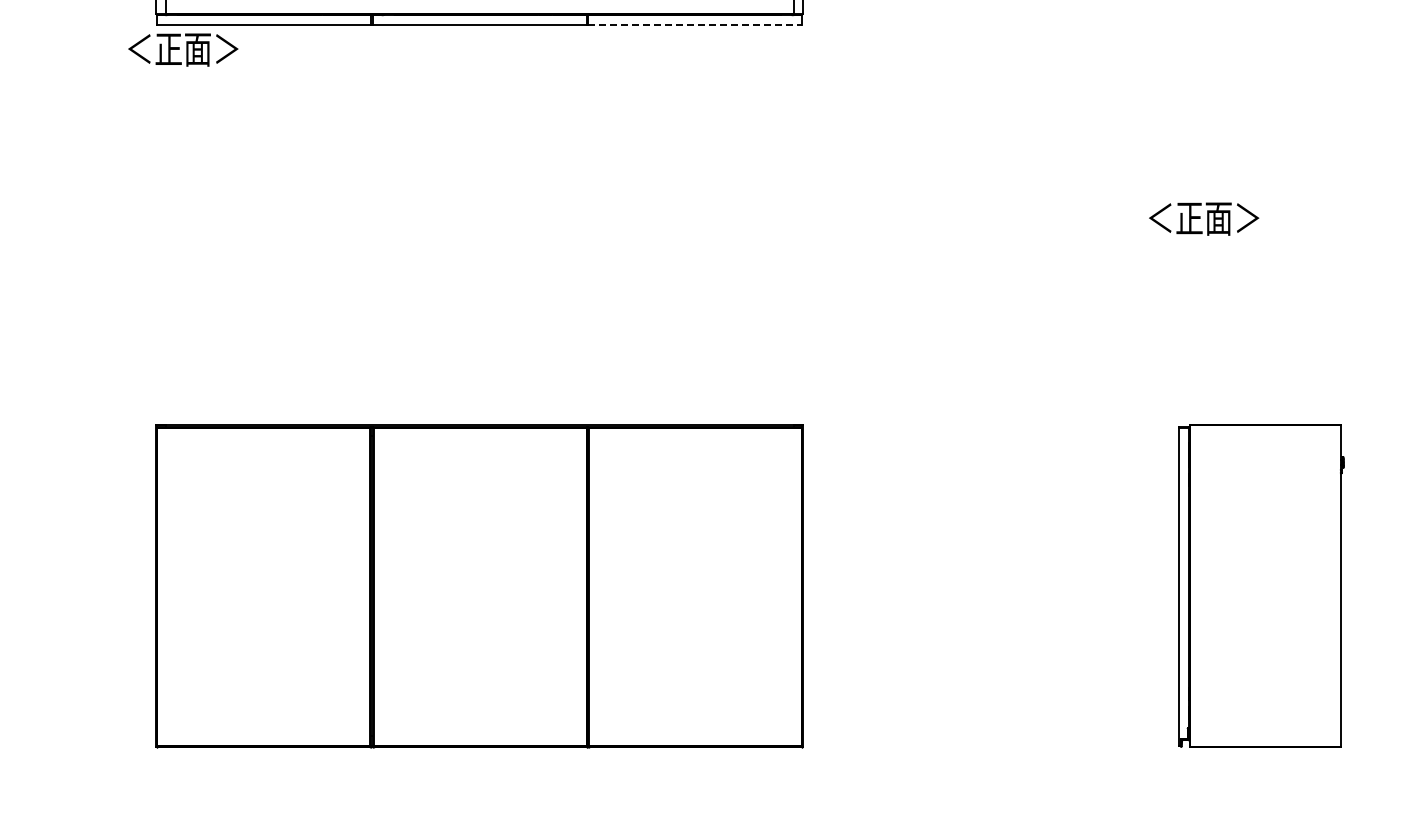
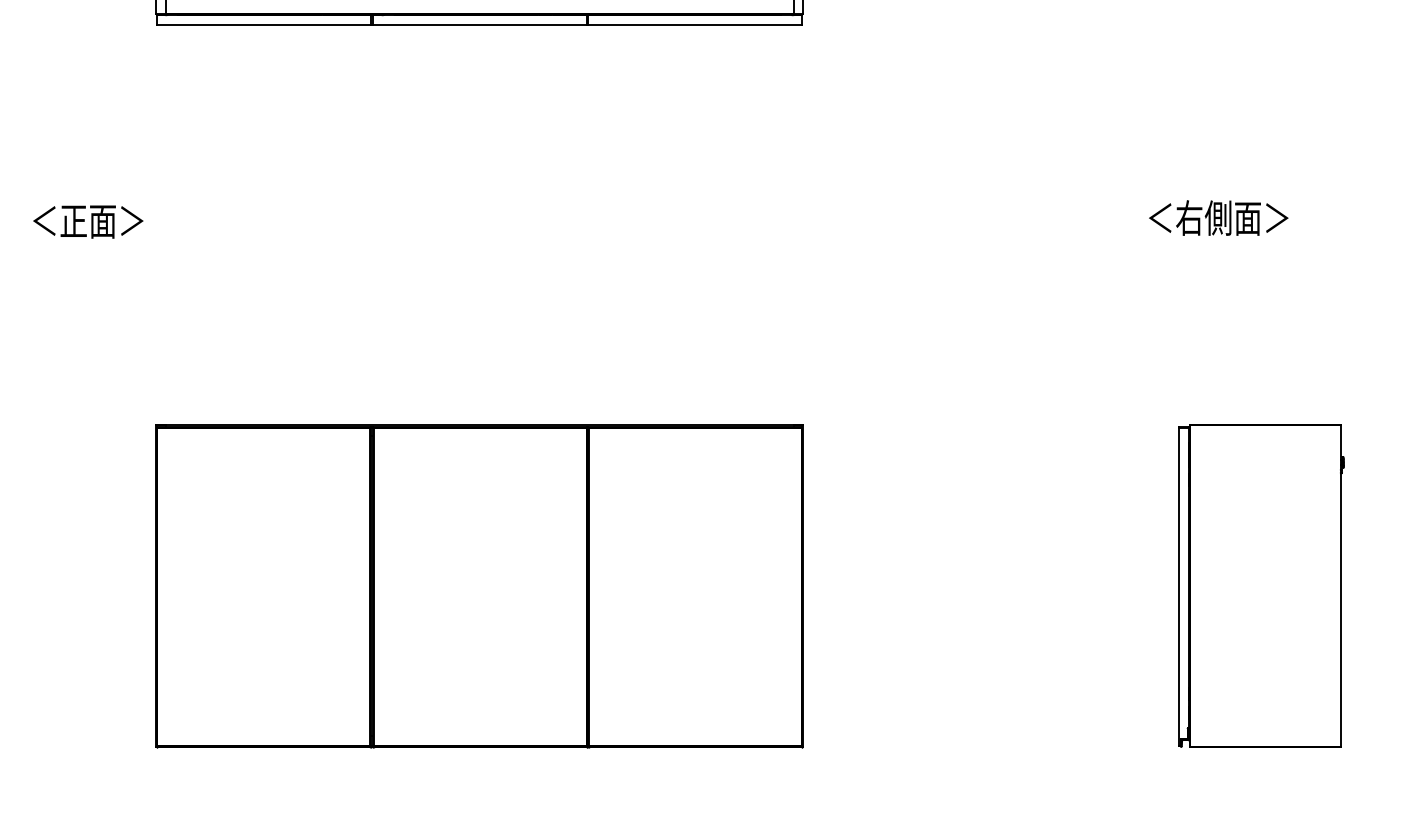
line at (695, 25): dashed -> solid
text at (183, 49) position: (183, 49) -> (88, 221)
text at (1232, 217): ＜正面＞ -> ＜右側面＞
